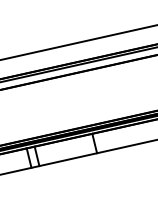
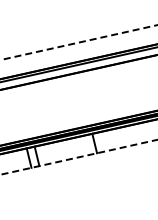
line at (79, 42): solid -> dashed
line at (78, 157): solid -> dashed
